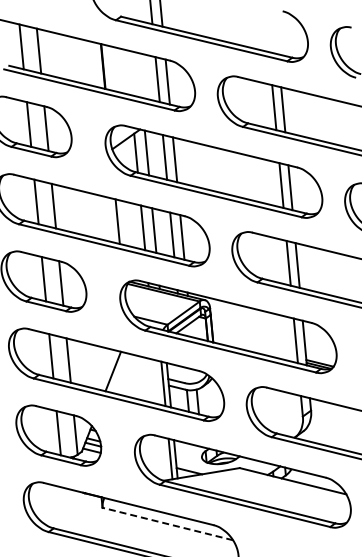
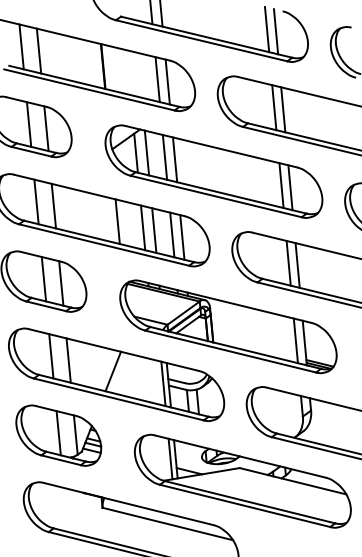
line at (266, 29): none -> present
line at (275, 31): none -> present
line at (167, 523): dashed -> solid
